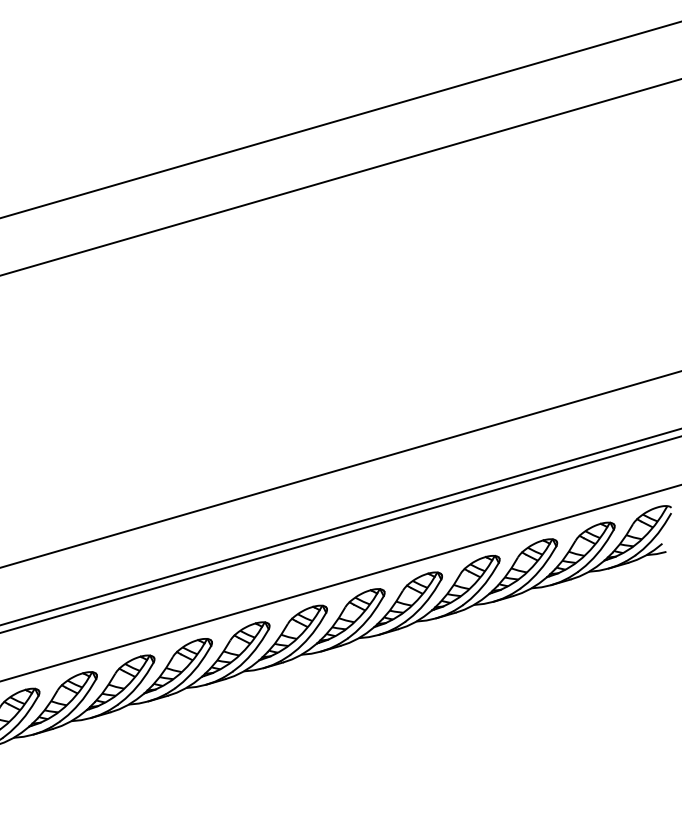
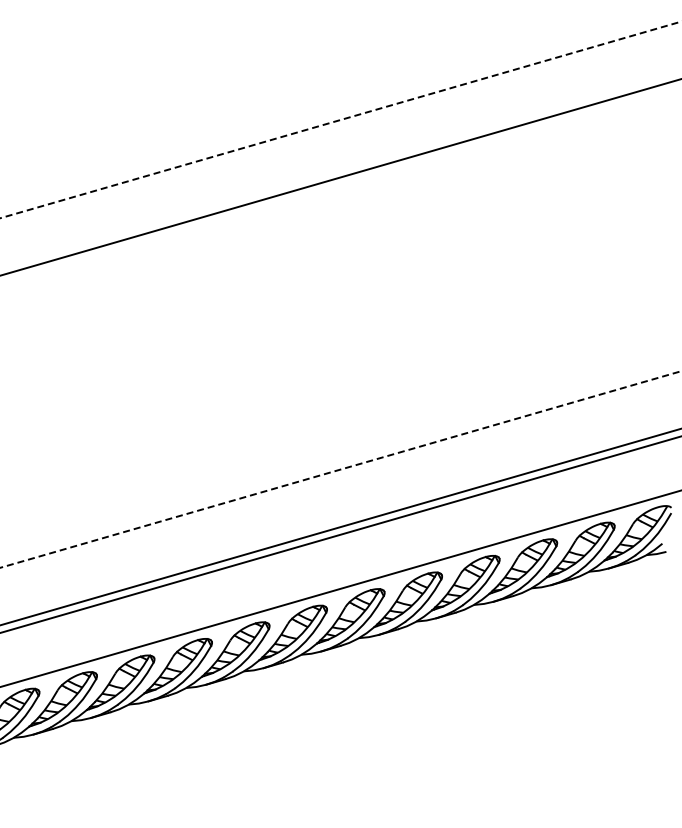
line at (340, 120): solid -> dashed
line at (340, 469): solid -> dashed
line at (340, 582) position: (340, 582) -> (340, 588)
